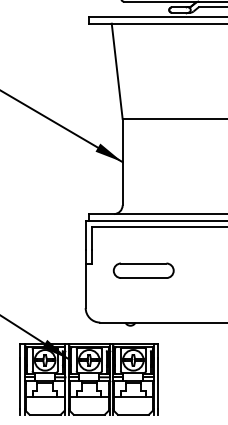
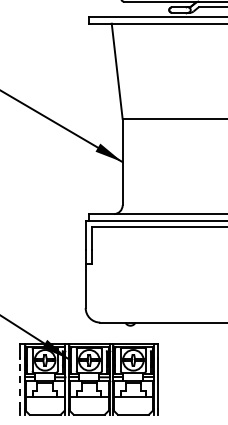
part at (143, 270): present -> none
line at (19, 384): solid -> dashed
